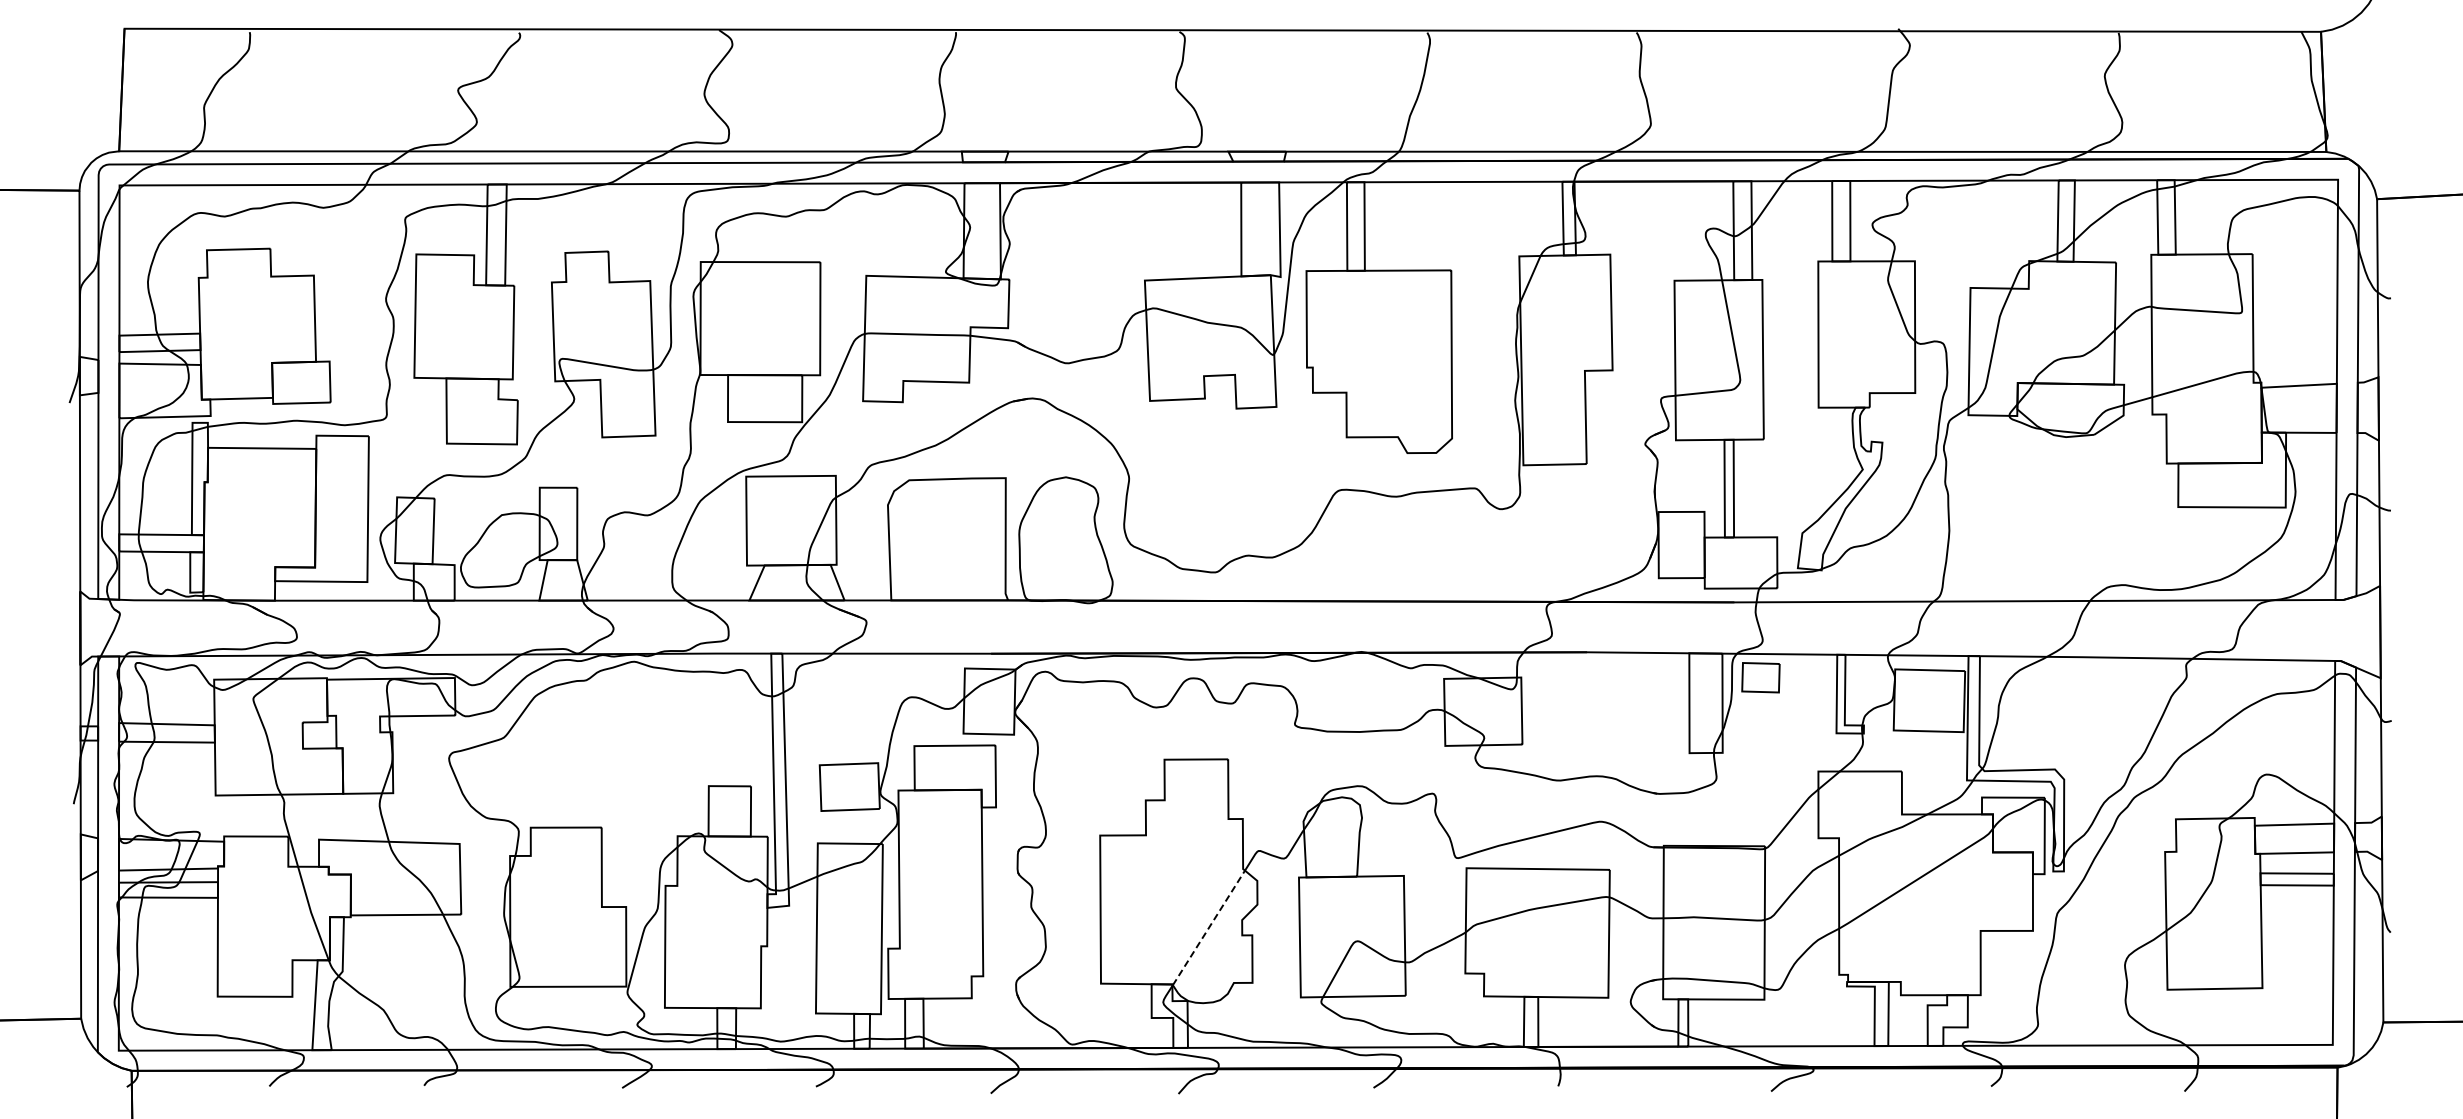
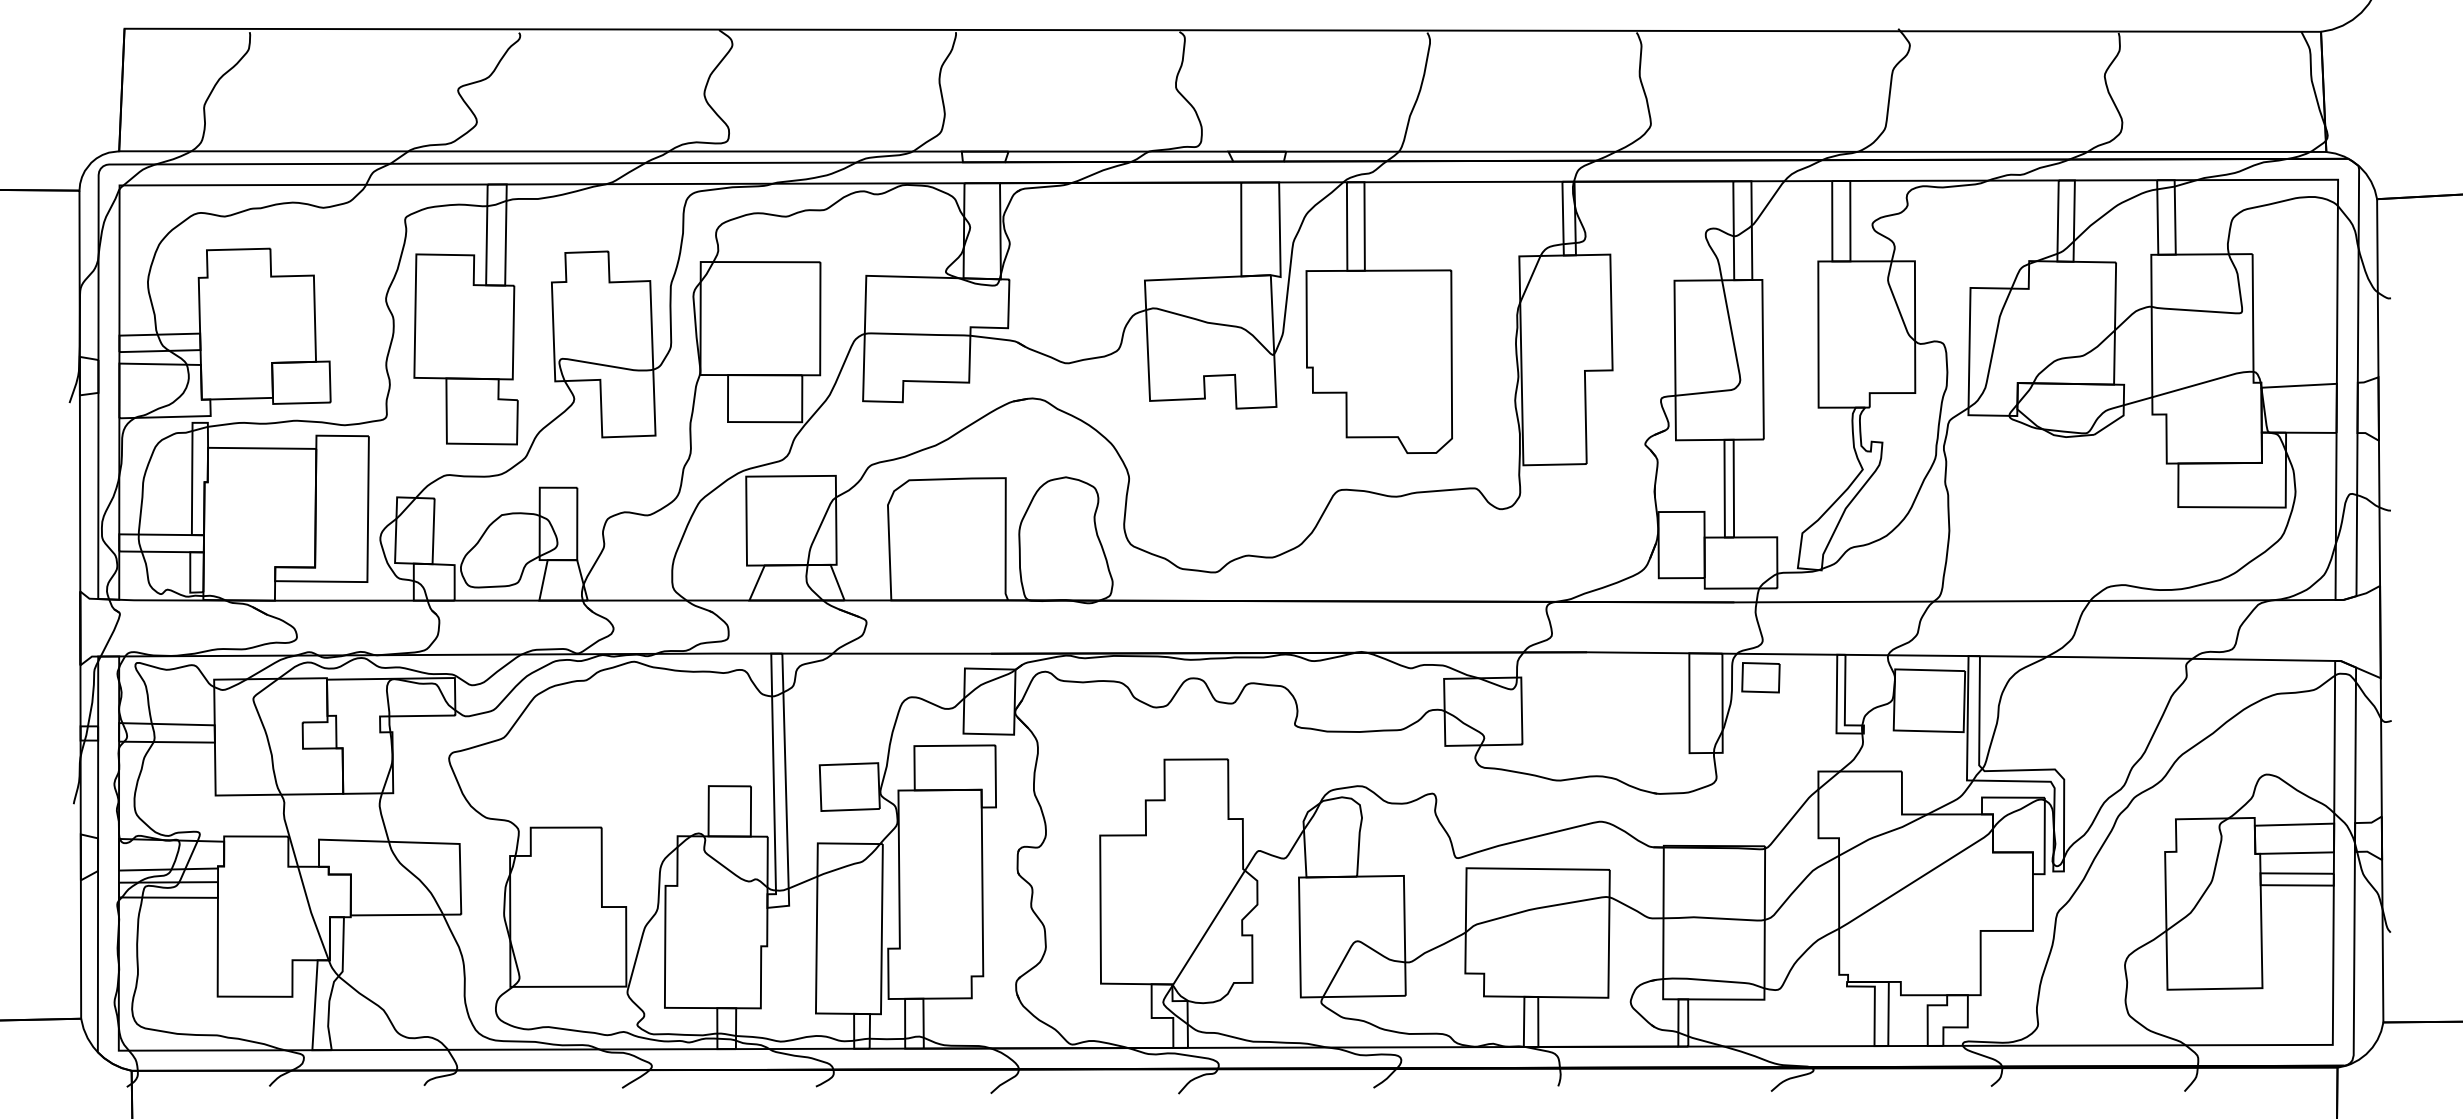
line at (1208, 927): dashed -> solid
